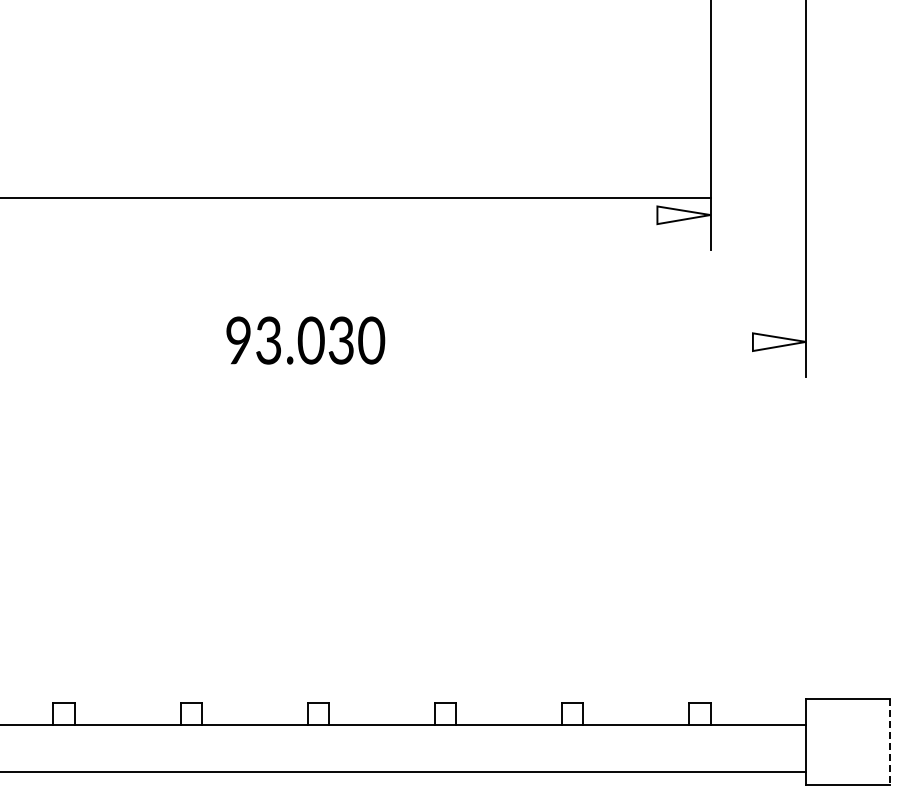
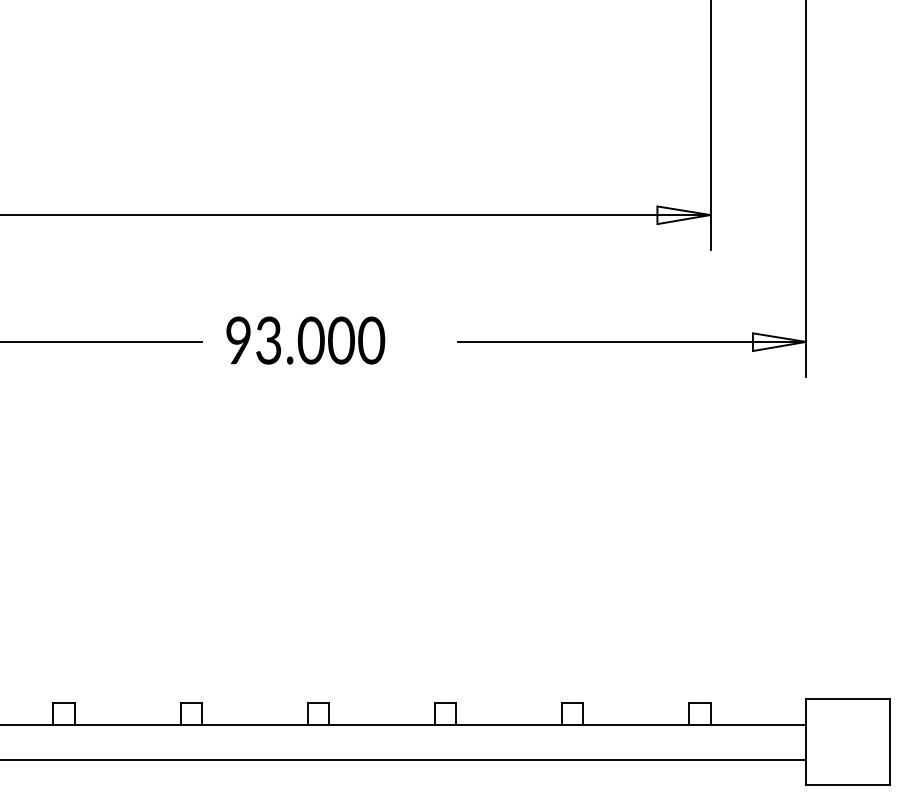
line at (356, 198) position: (356, 198) -> (356, 215)
text at (341, 340): 93.030 -> 93.000
line at (101, 341): none -> present
line at (631, 341): none -> present
line at (890, 742): dashed -> solid
line at (404, 771) position: (404, 771) -> (404, 759)
